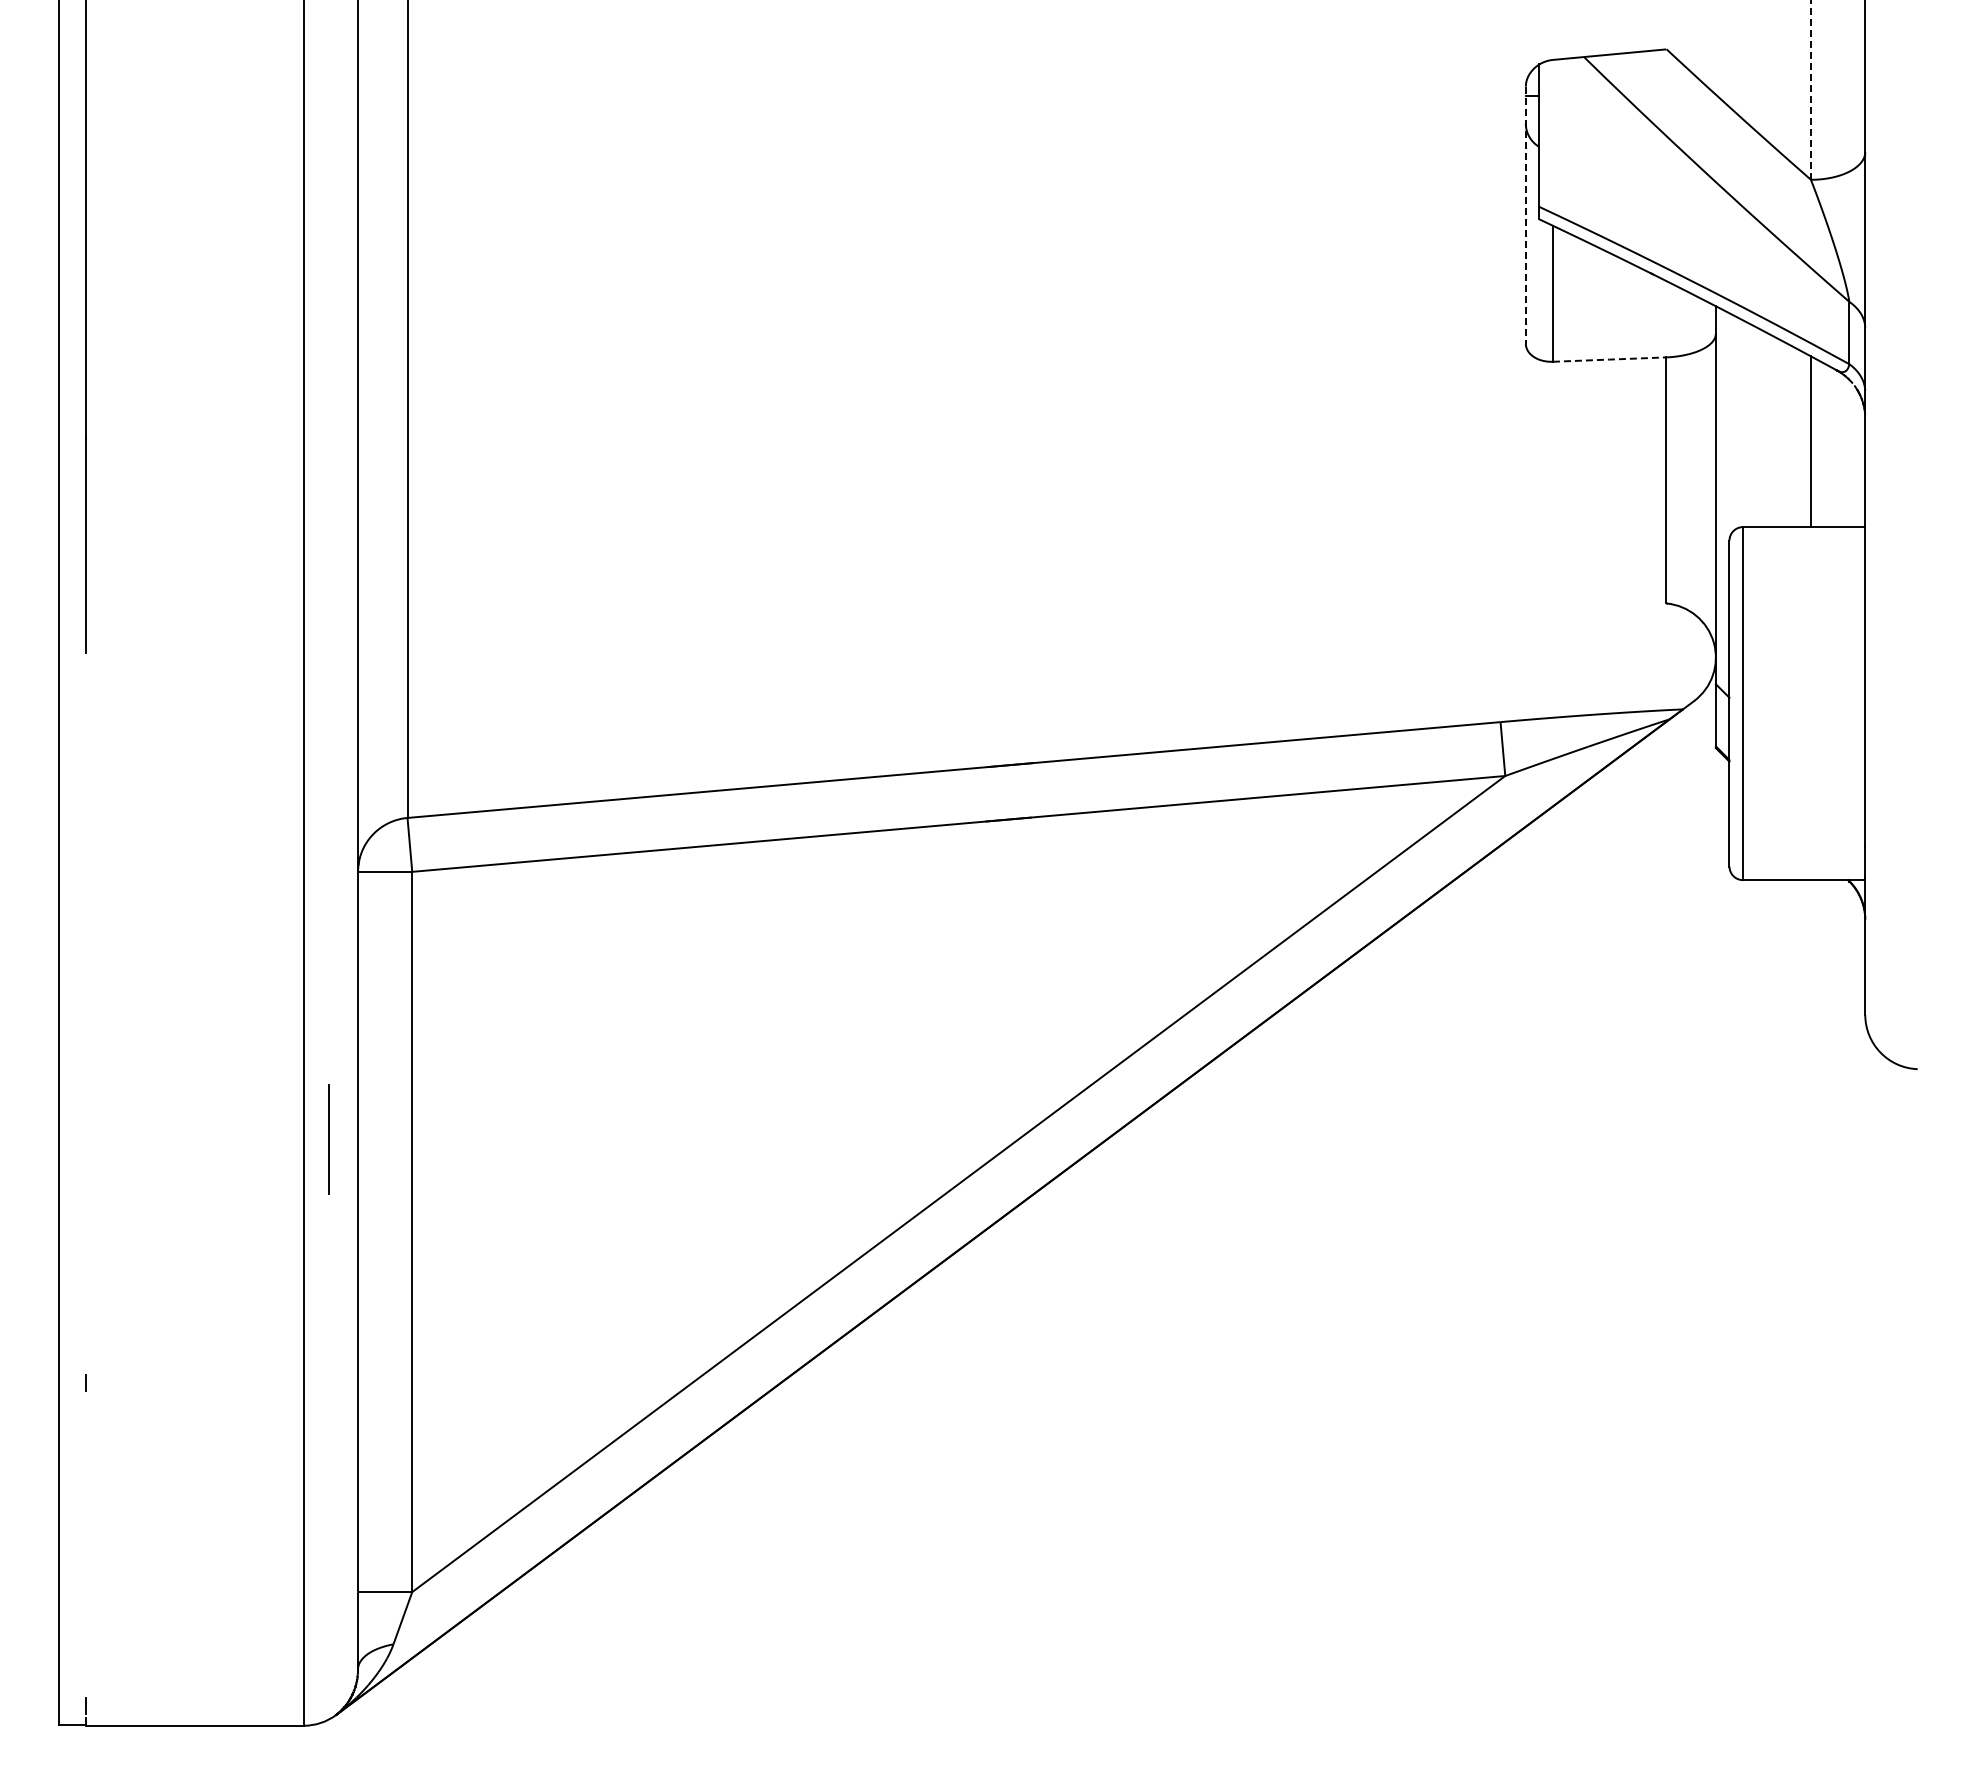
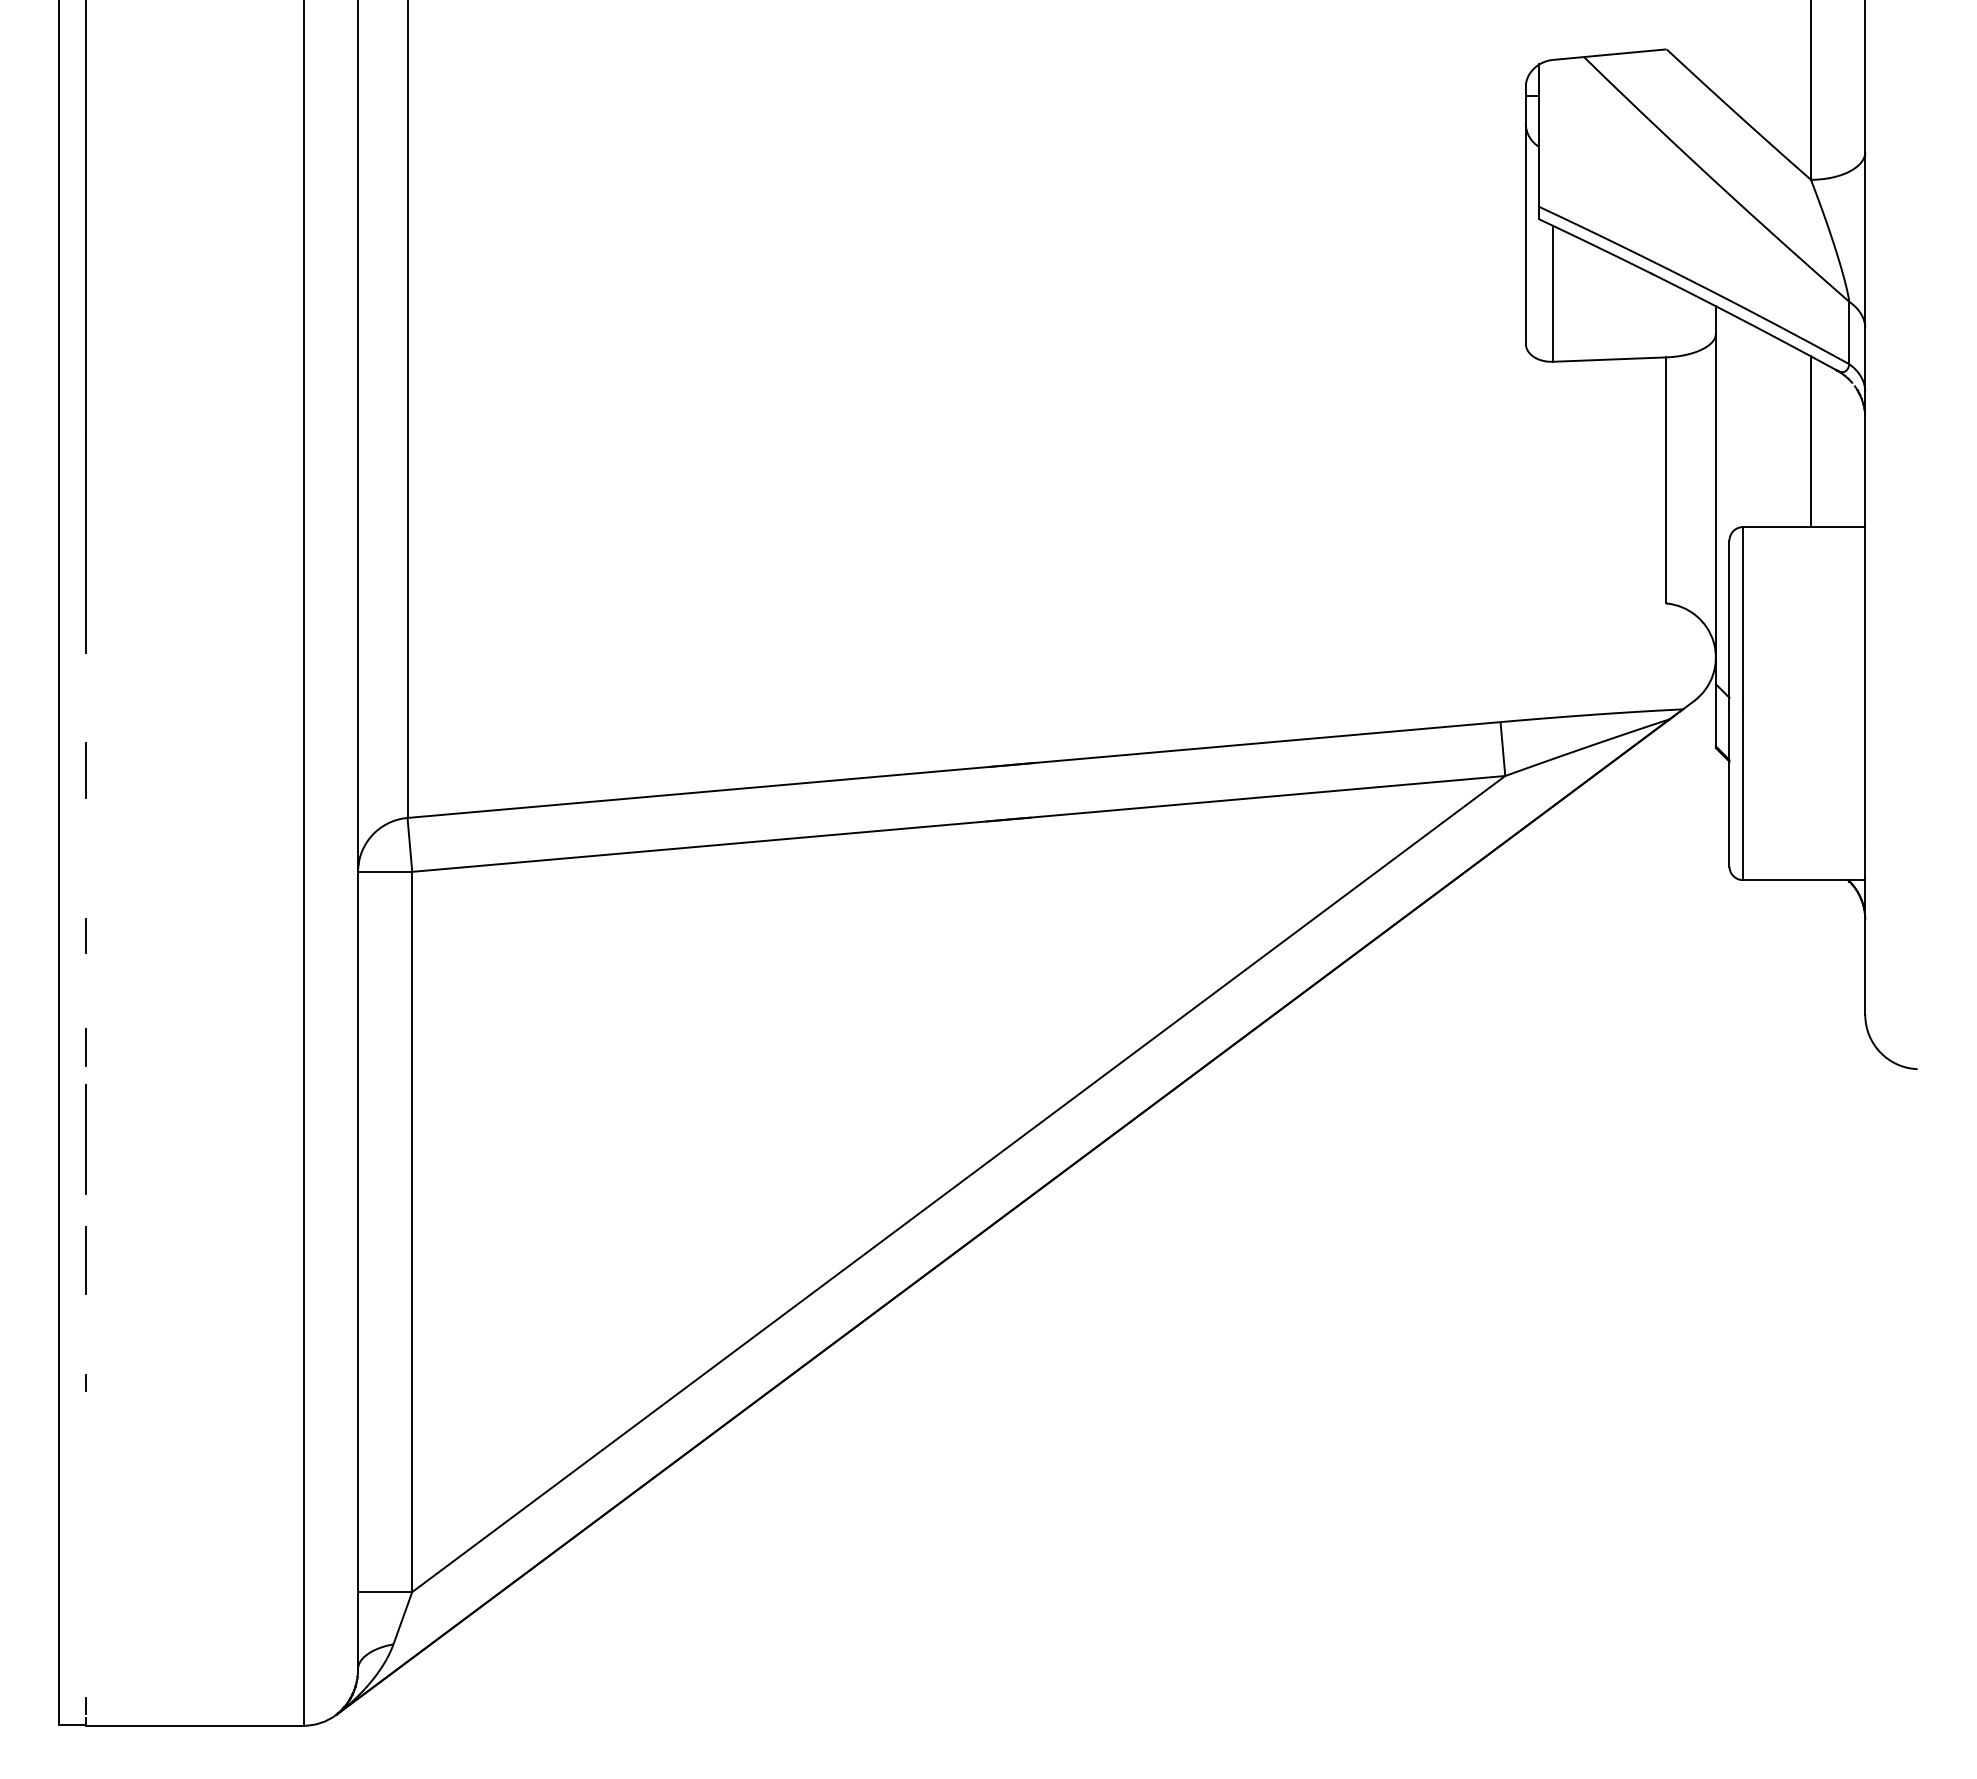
line at (1810, 89): dashed -> solid
line at (1525, 215): dashed -> solid
line at (1609, 359): dashed -> solid
line at (86, 770): none -> present
line at (86, 935): none -> present
line at (86, 1047): none -> present
line at (328, 1139) position: (328, 1139) -> (85, 1139)
line at (85, 1260): none -> present
